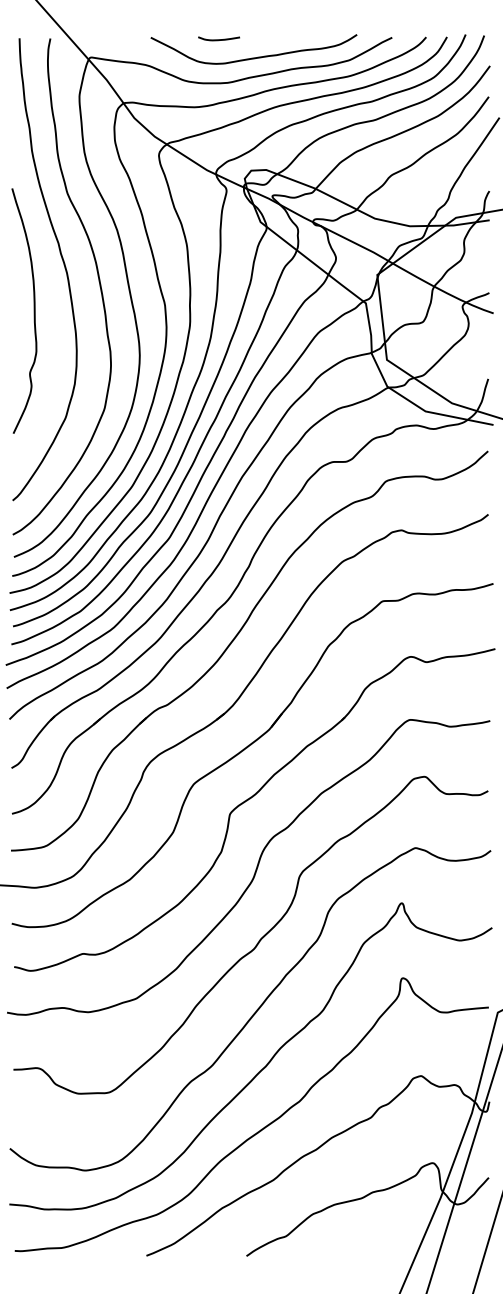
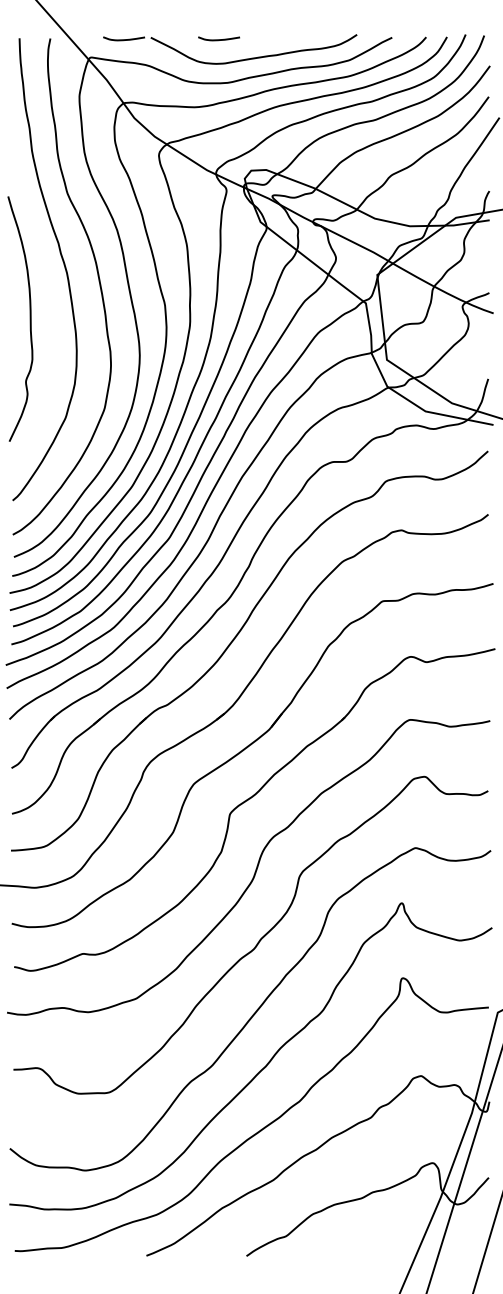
curve at (123, 39): none -> present
curve at (33, 310) position: (33, 310) -> (29, 318)
